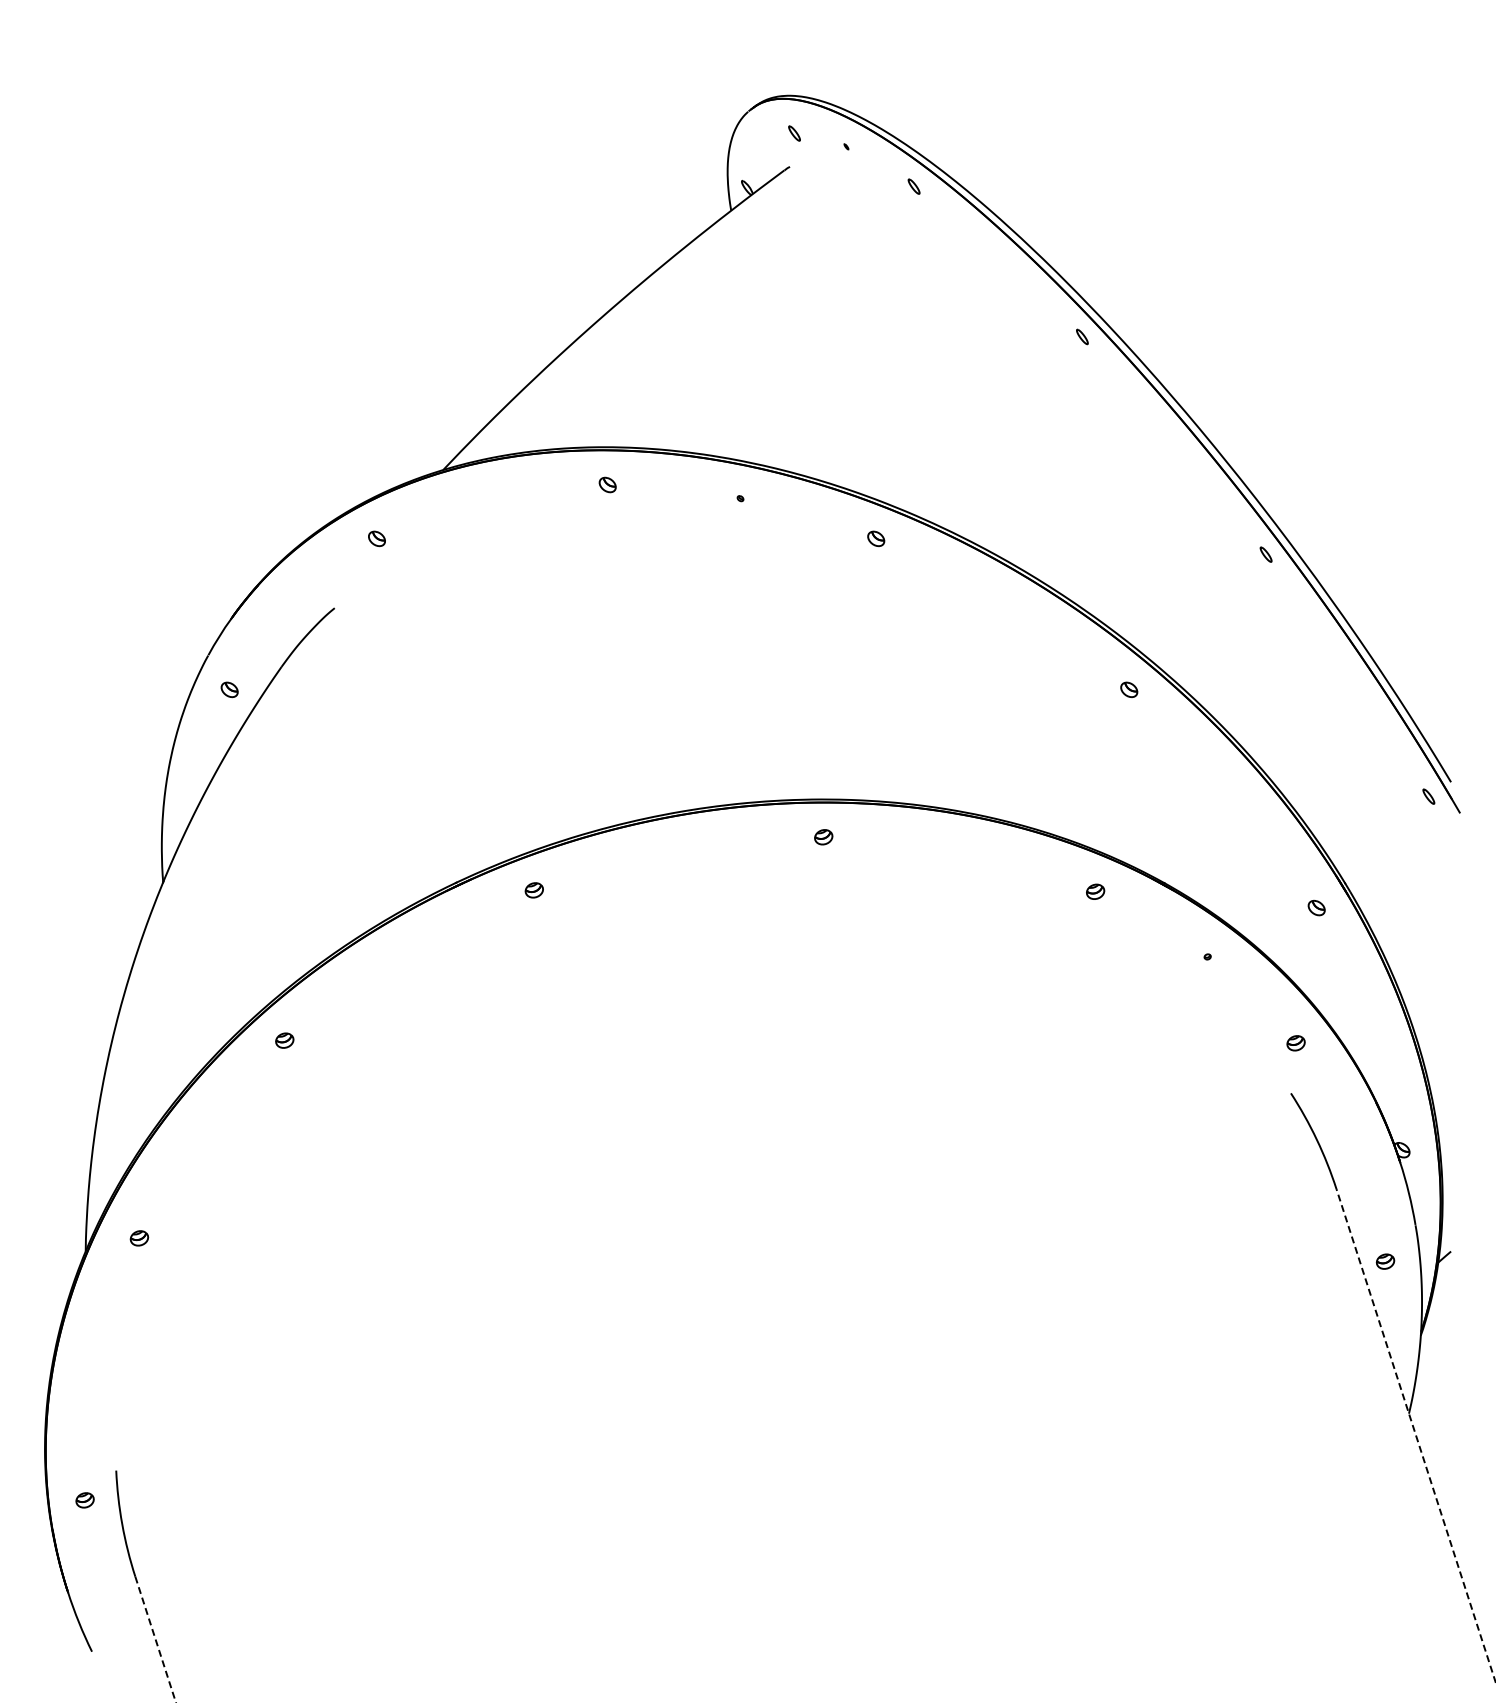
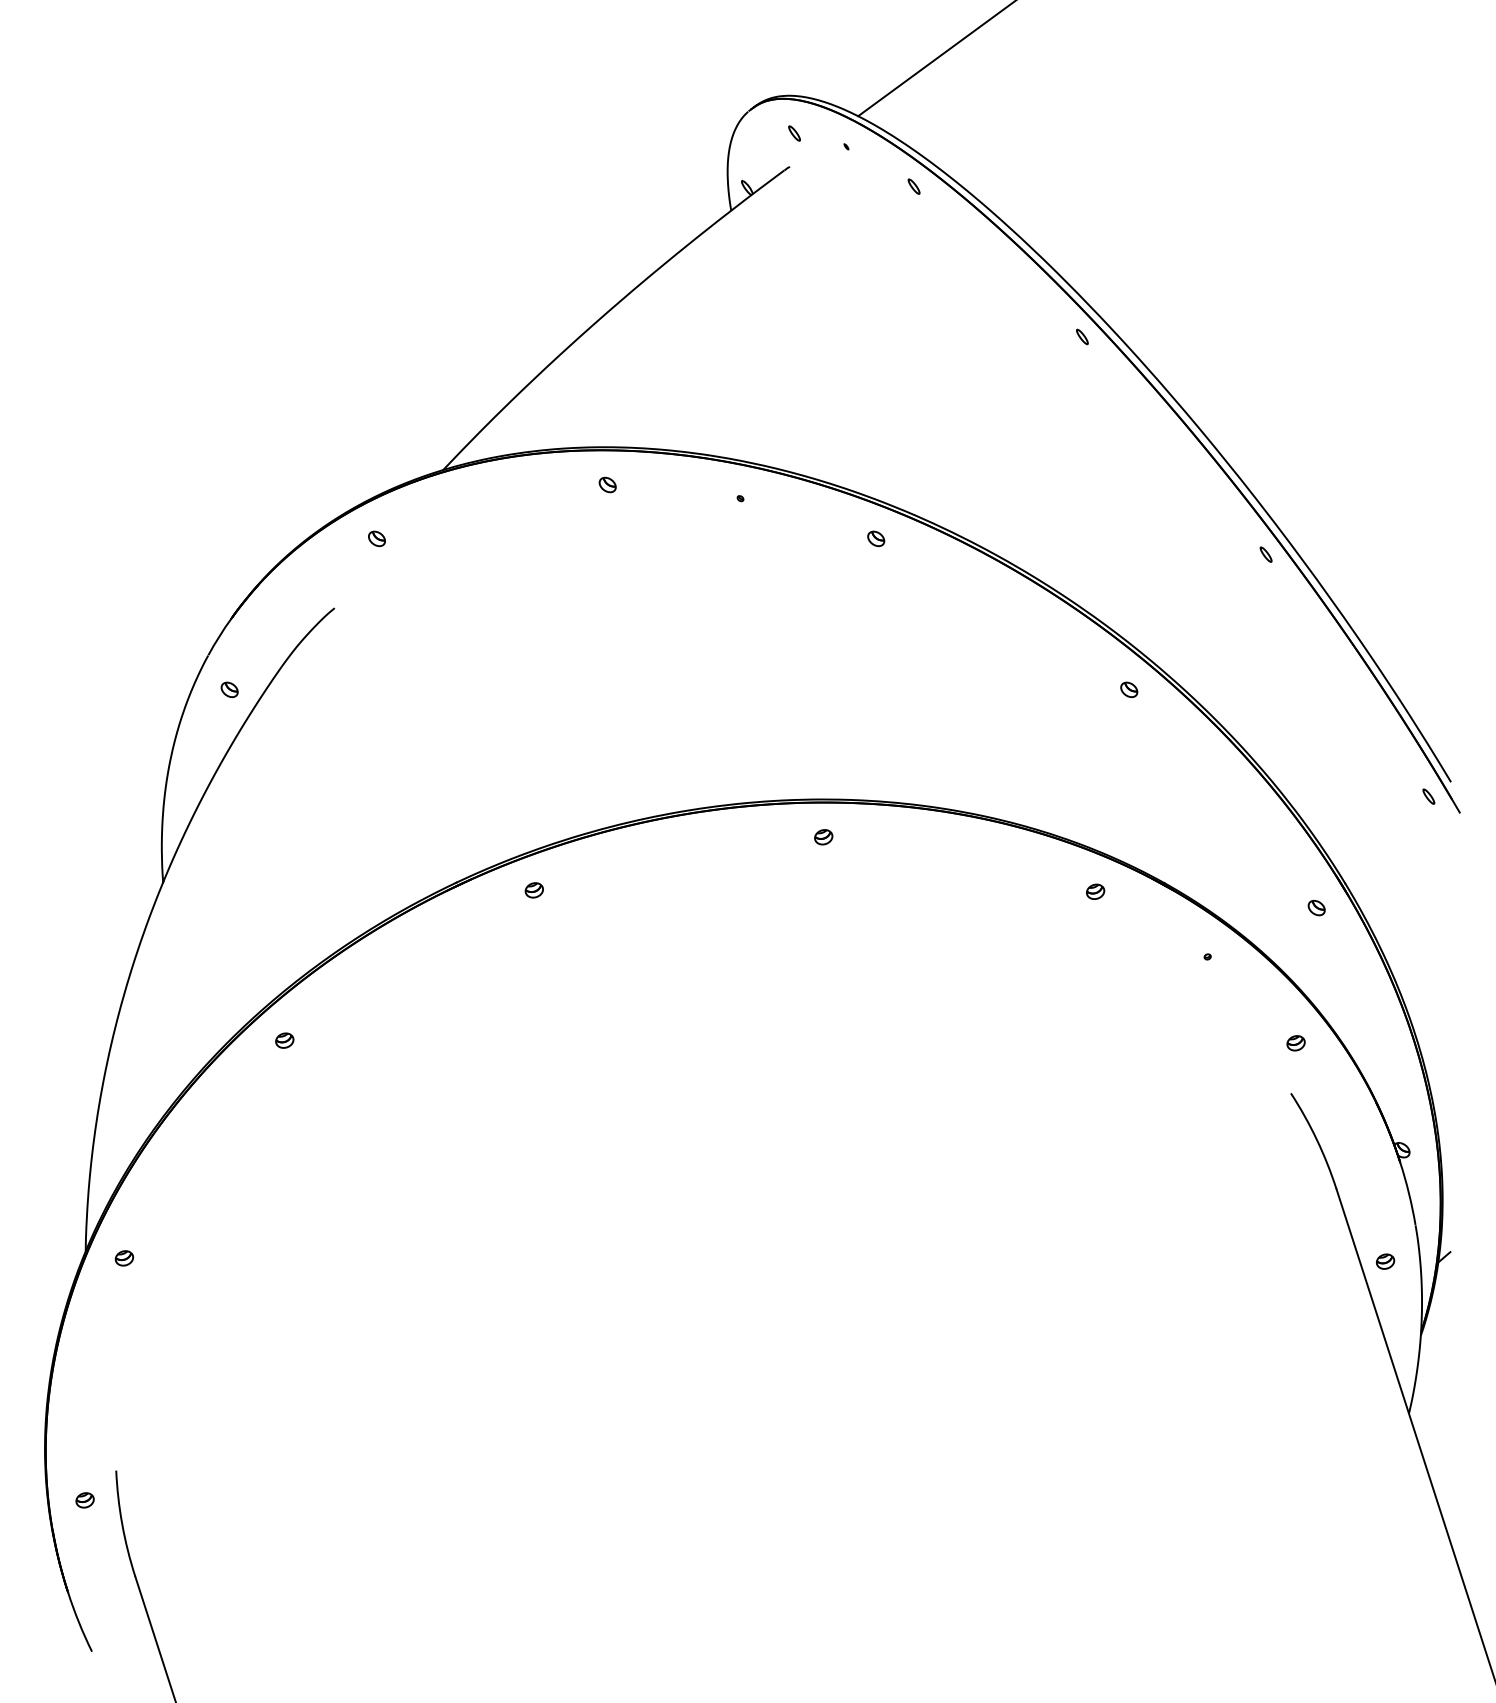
line at (935, 59): none -> present
part at (139, 1238) position: (139, 1238) -> (124, 1258)
line at (1416, 1435): dashed -> solid
line at (155, 1639): dashed -> solid
